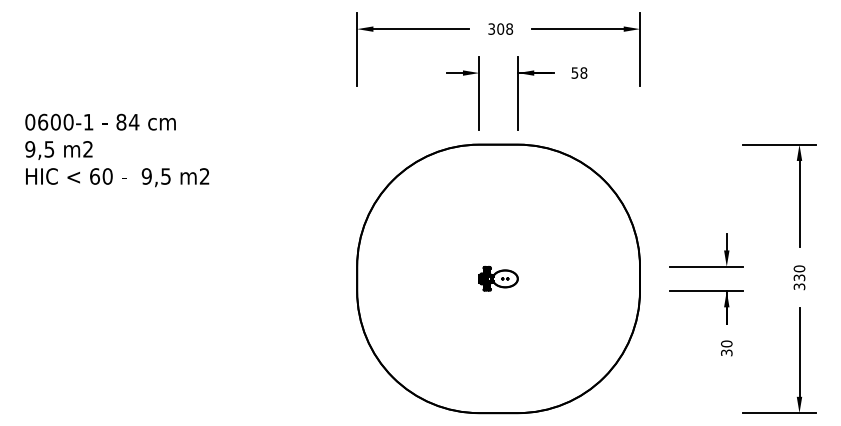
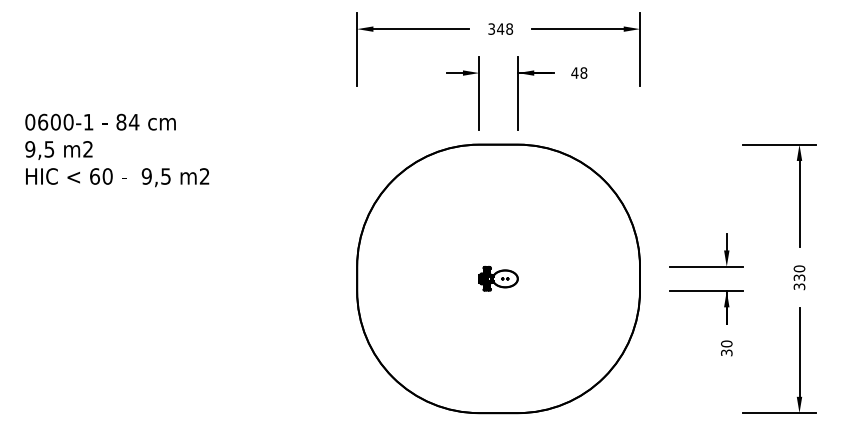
text at (500, 28): 308 -> 348
text at (574, 72): 58 -> 48
